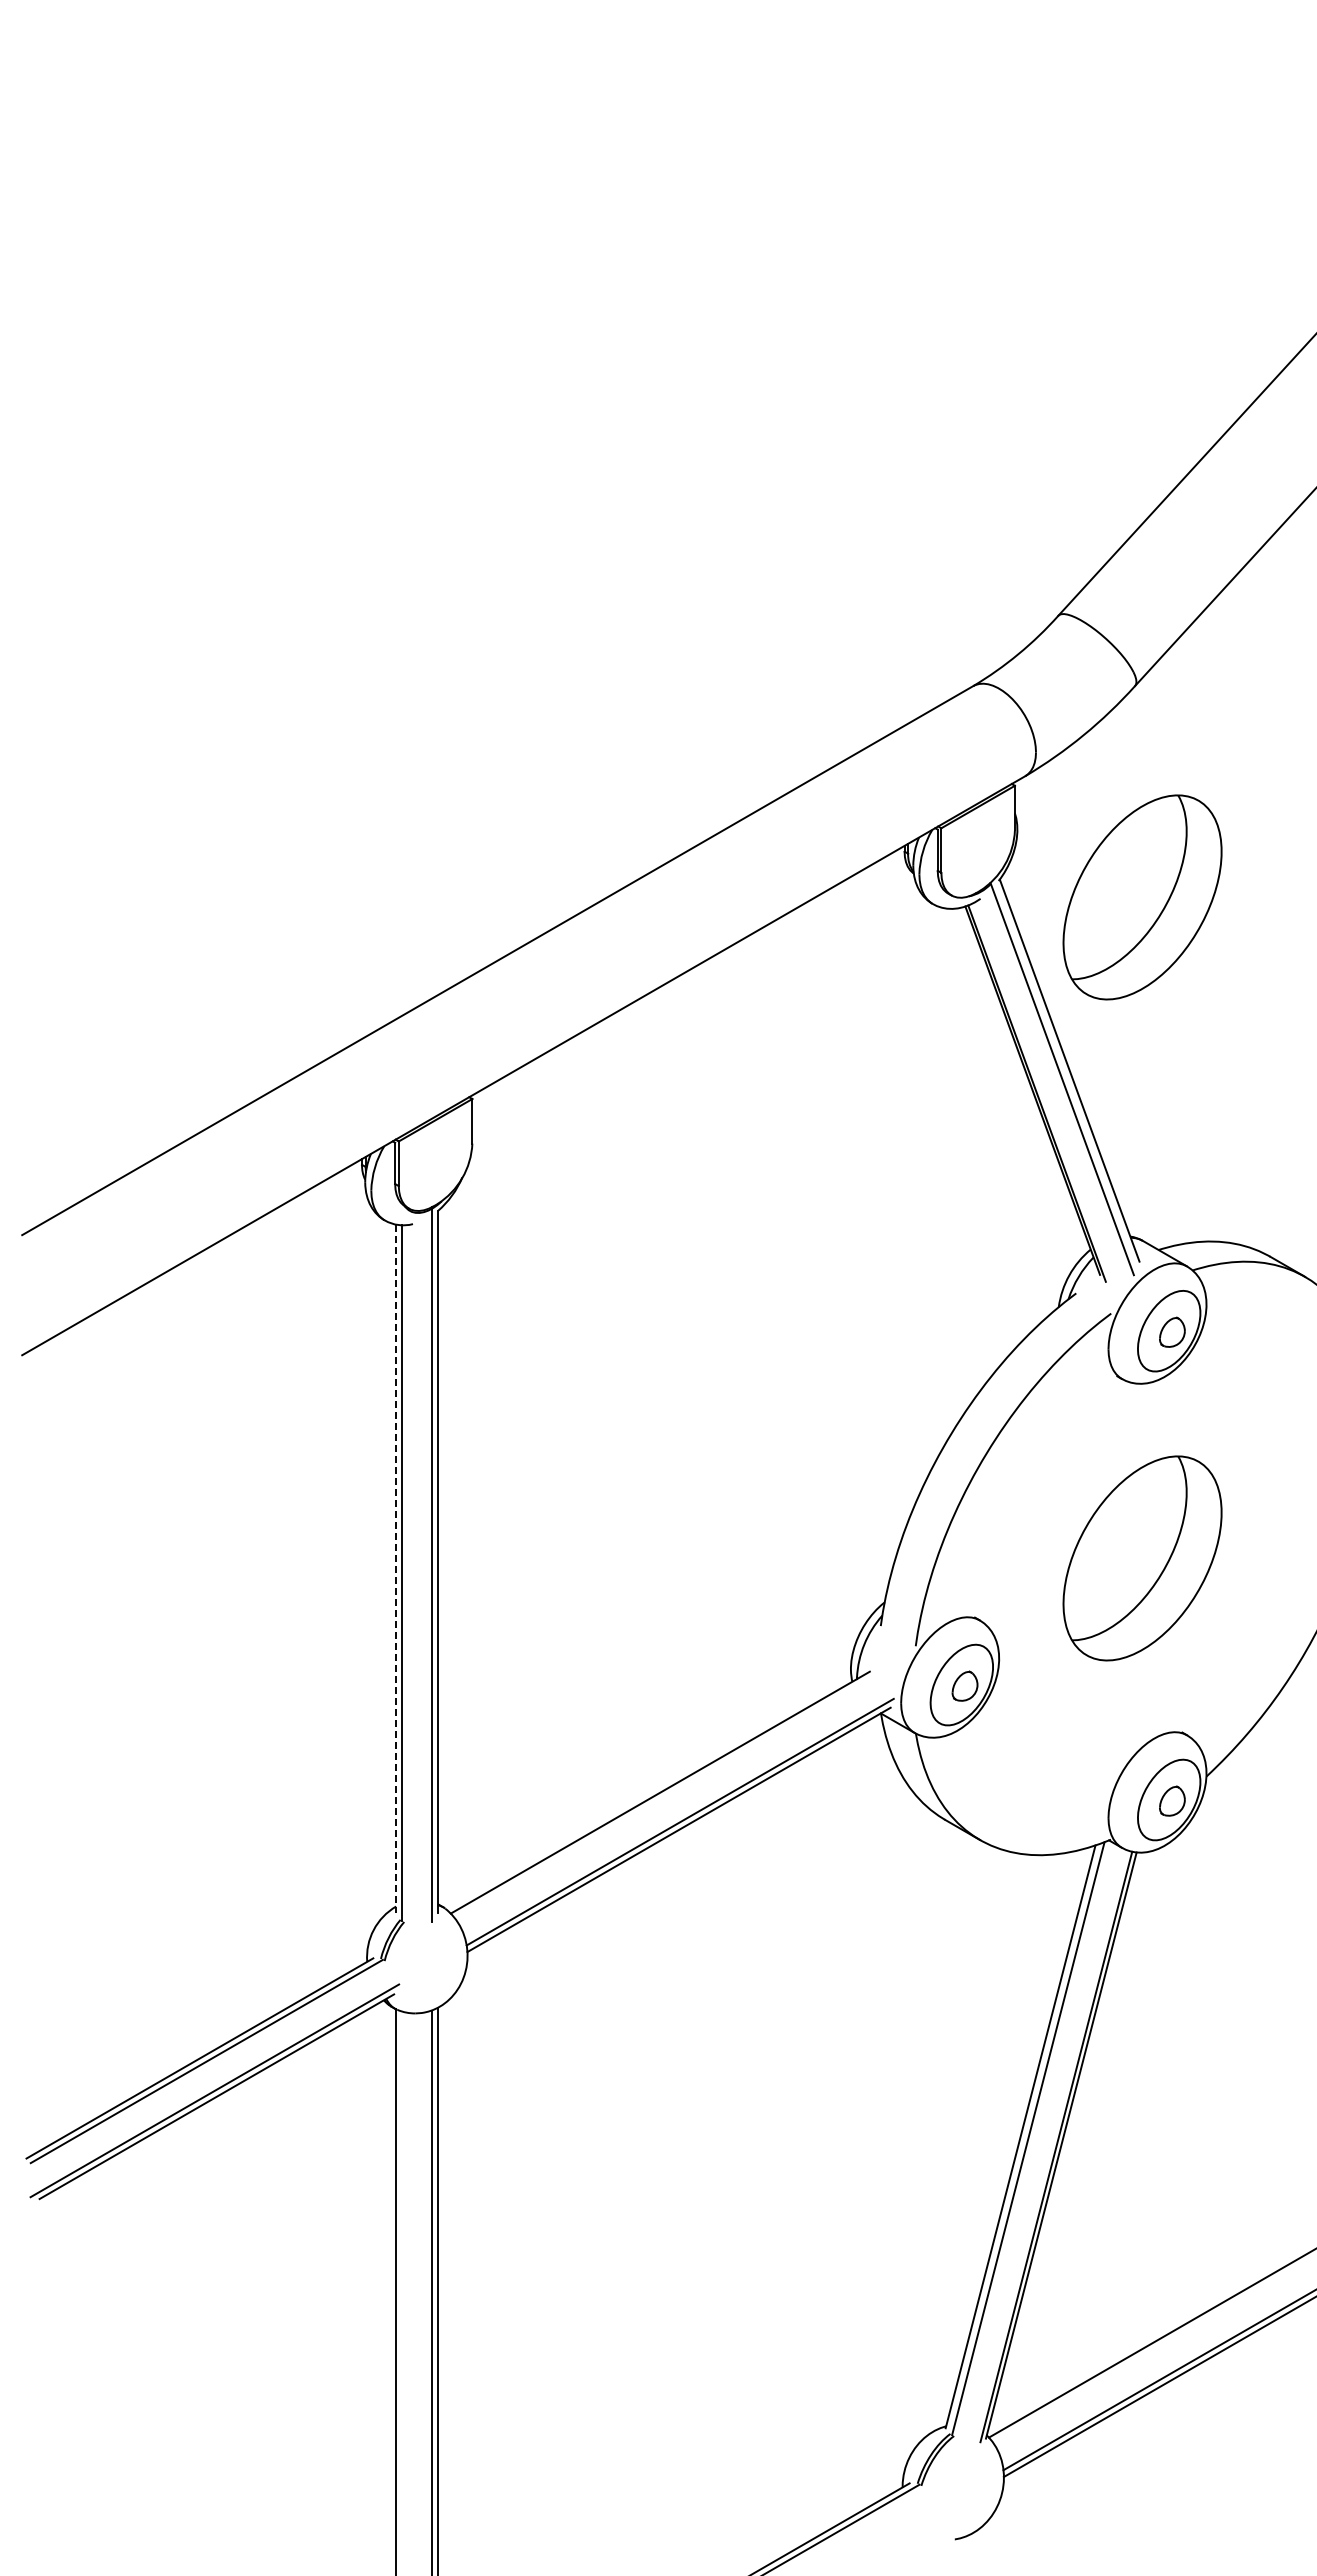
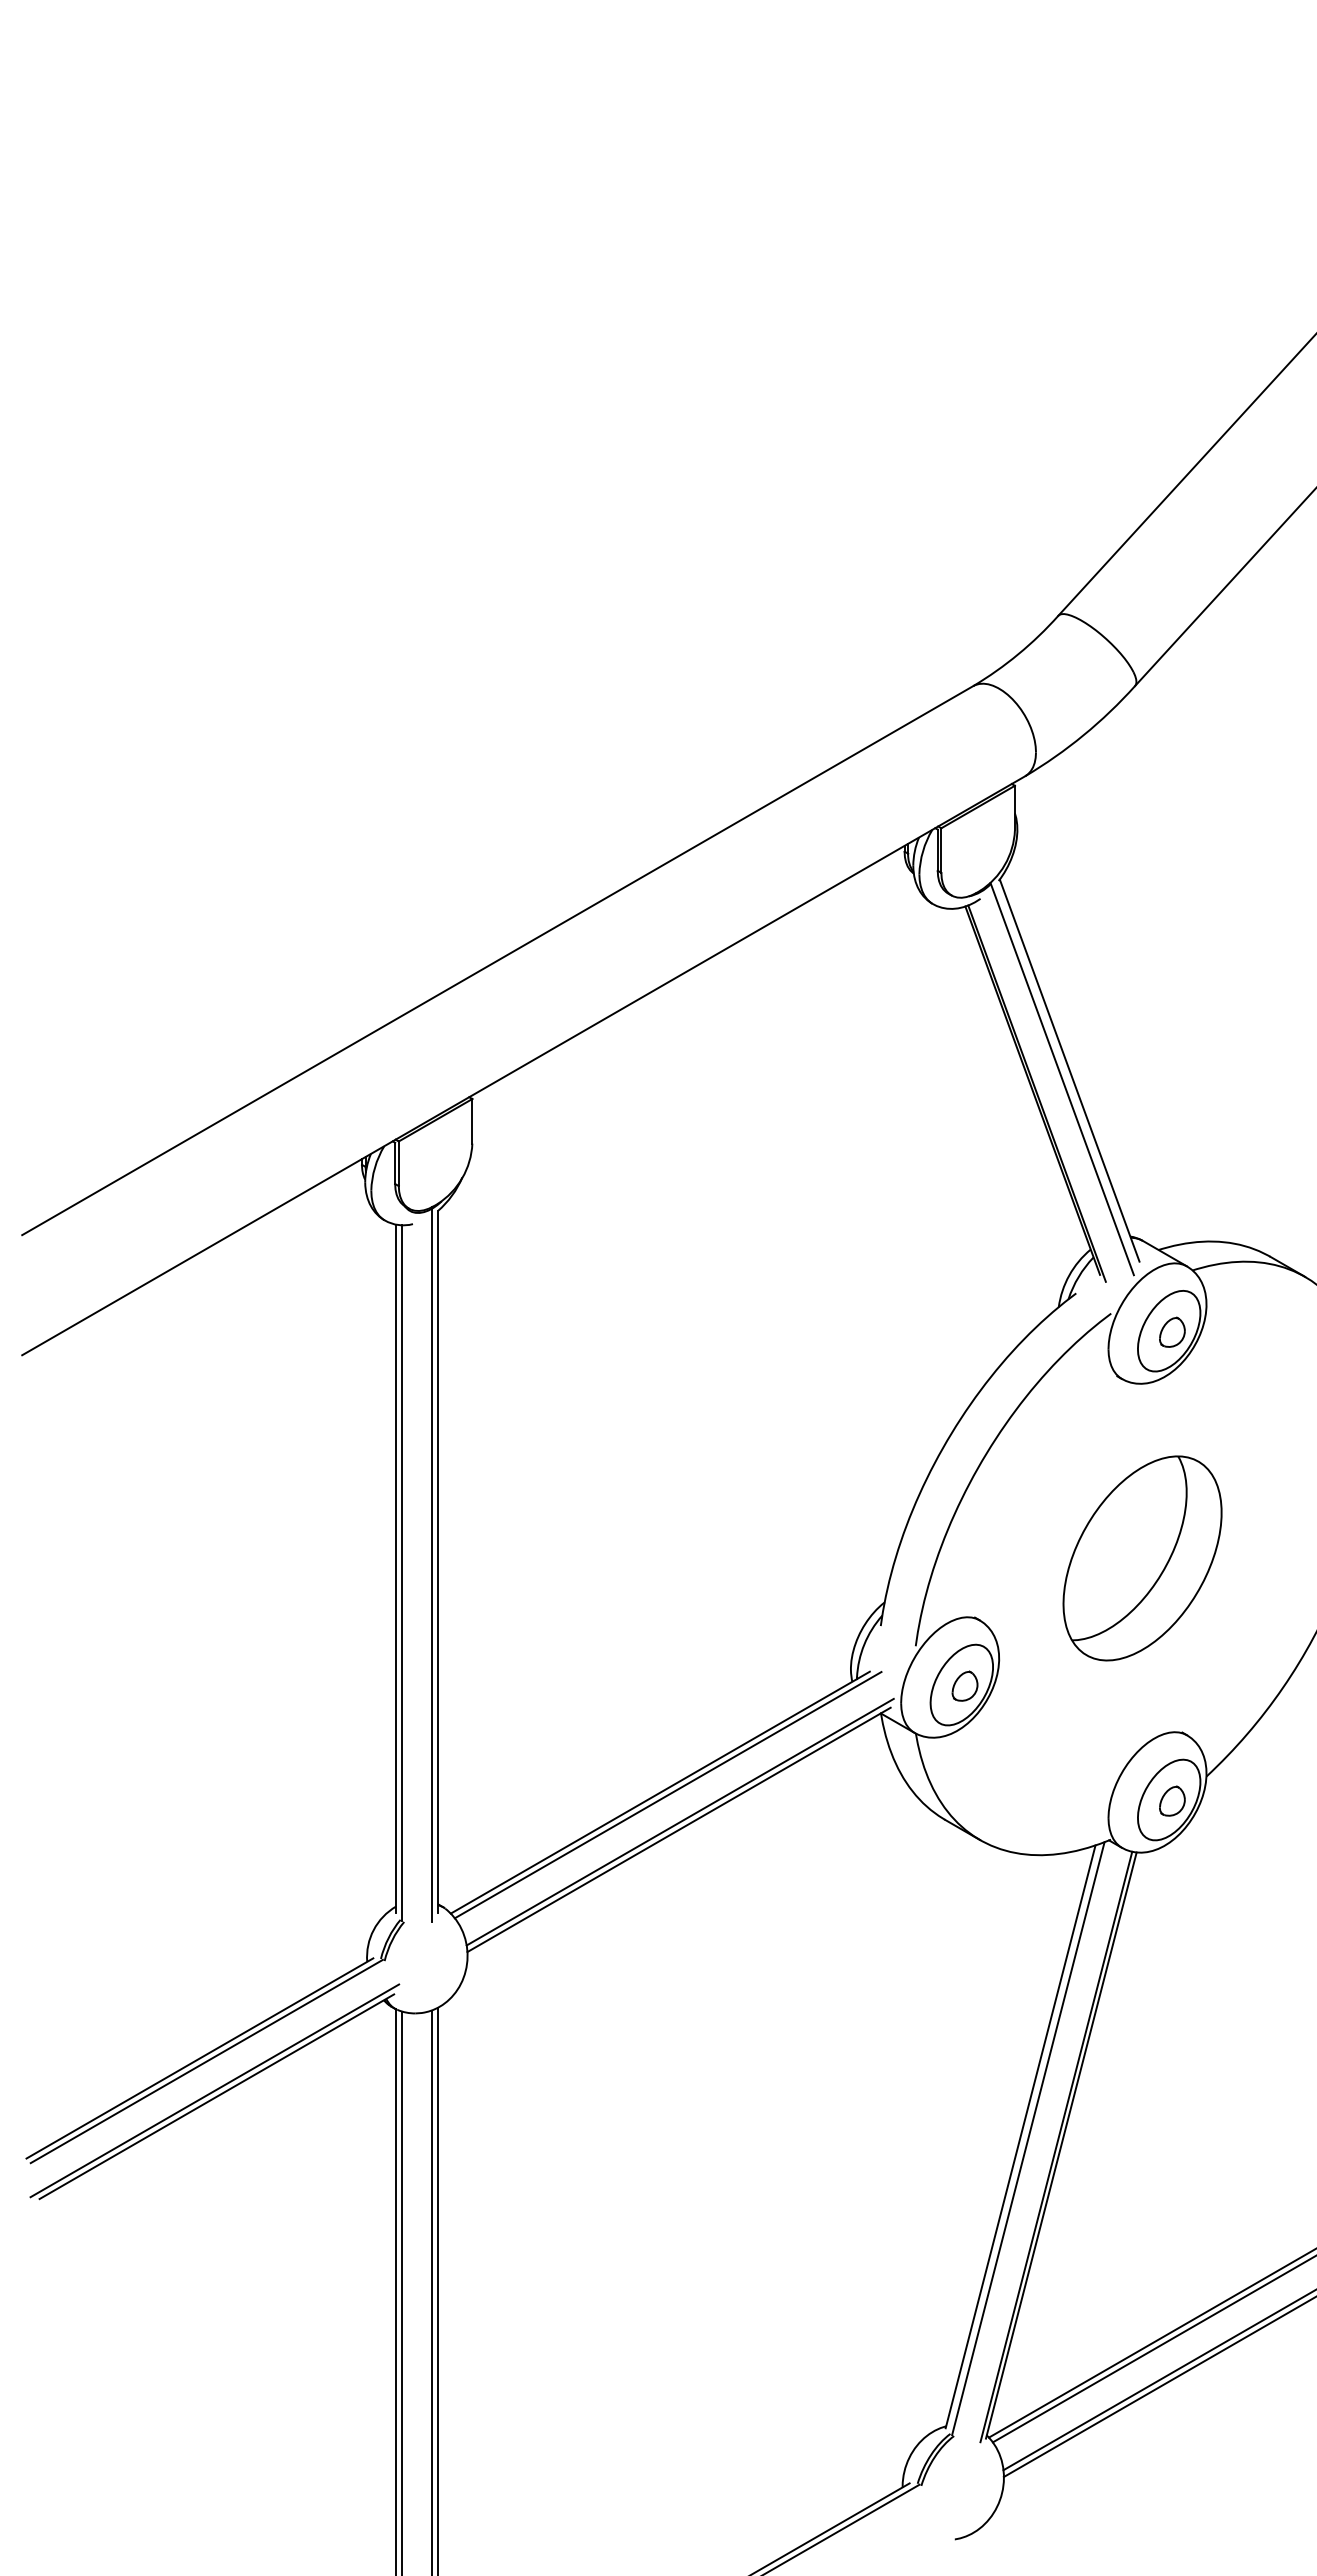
part at (1142, 897): present -> none
line at (396, 1569): dashed -> solid
line at (667, 1795): none -> present
line at (402, 2291): none -> present
line at (1152, 2349): none -> present
